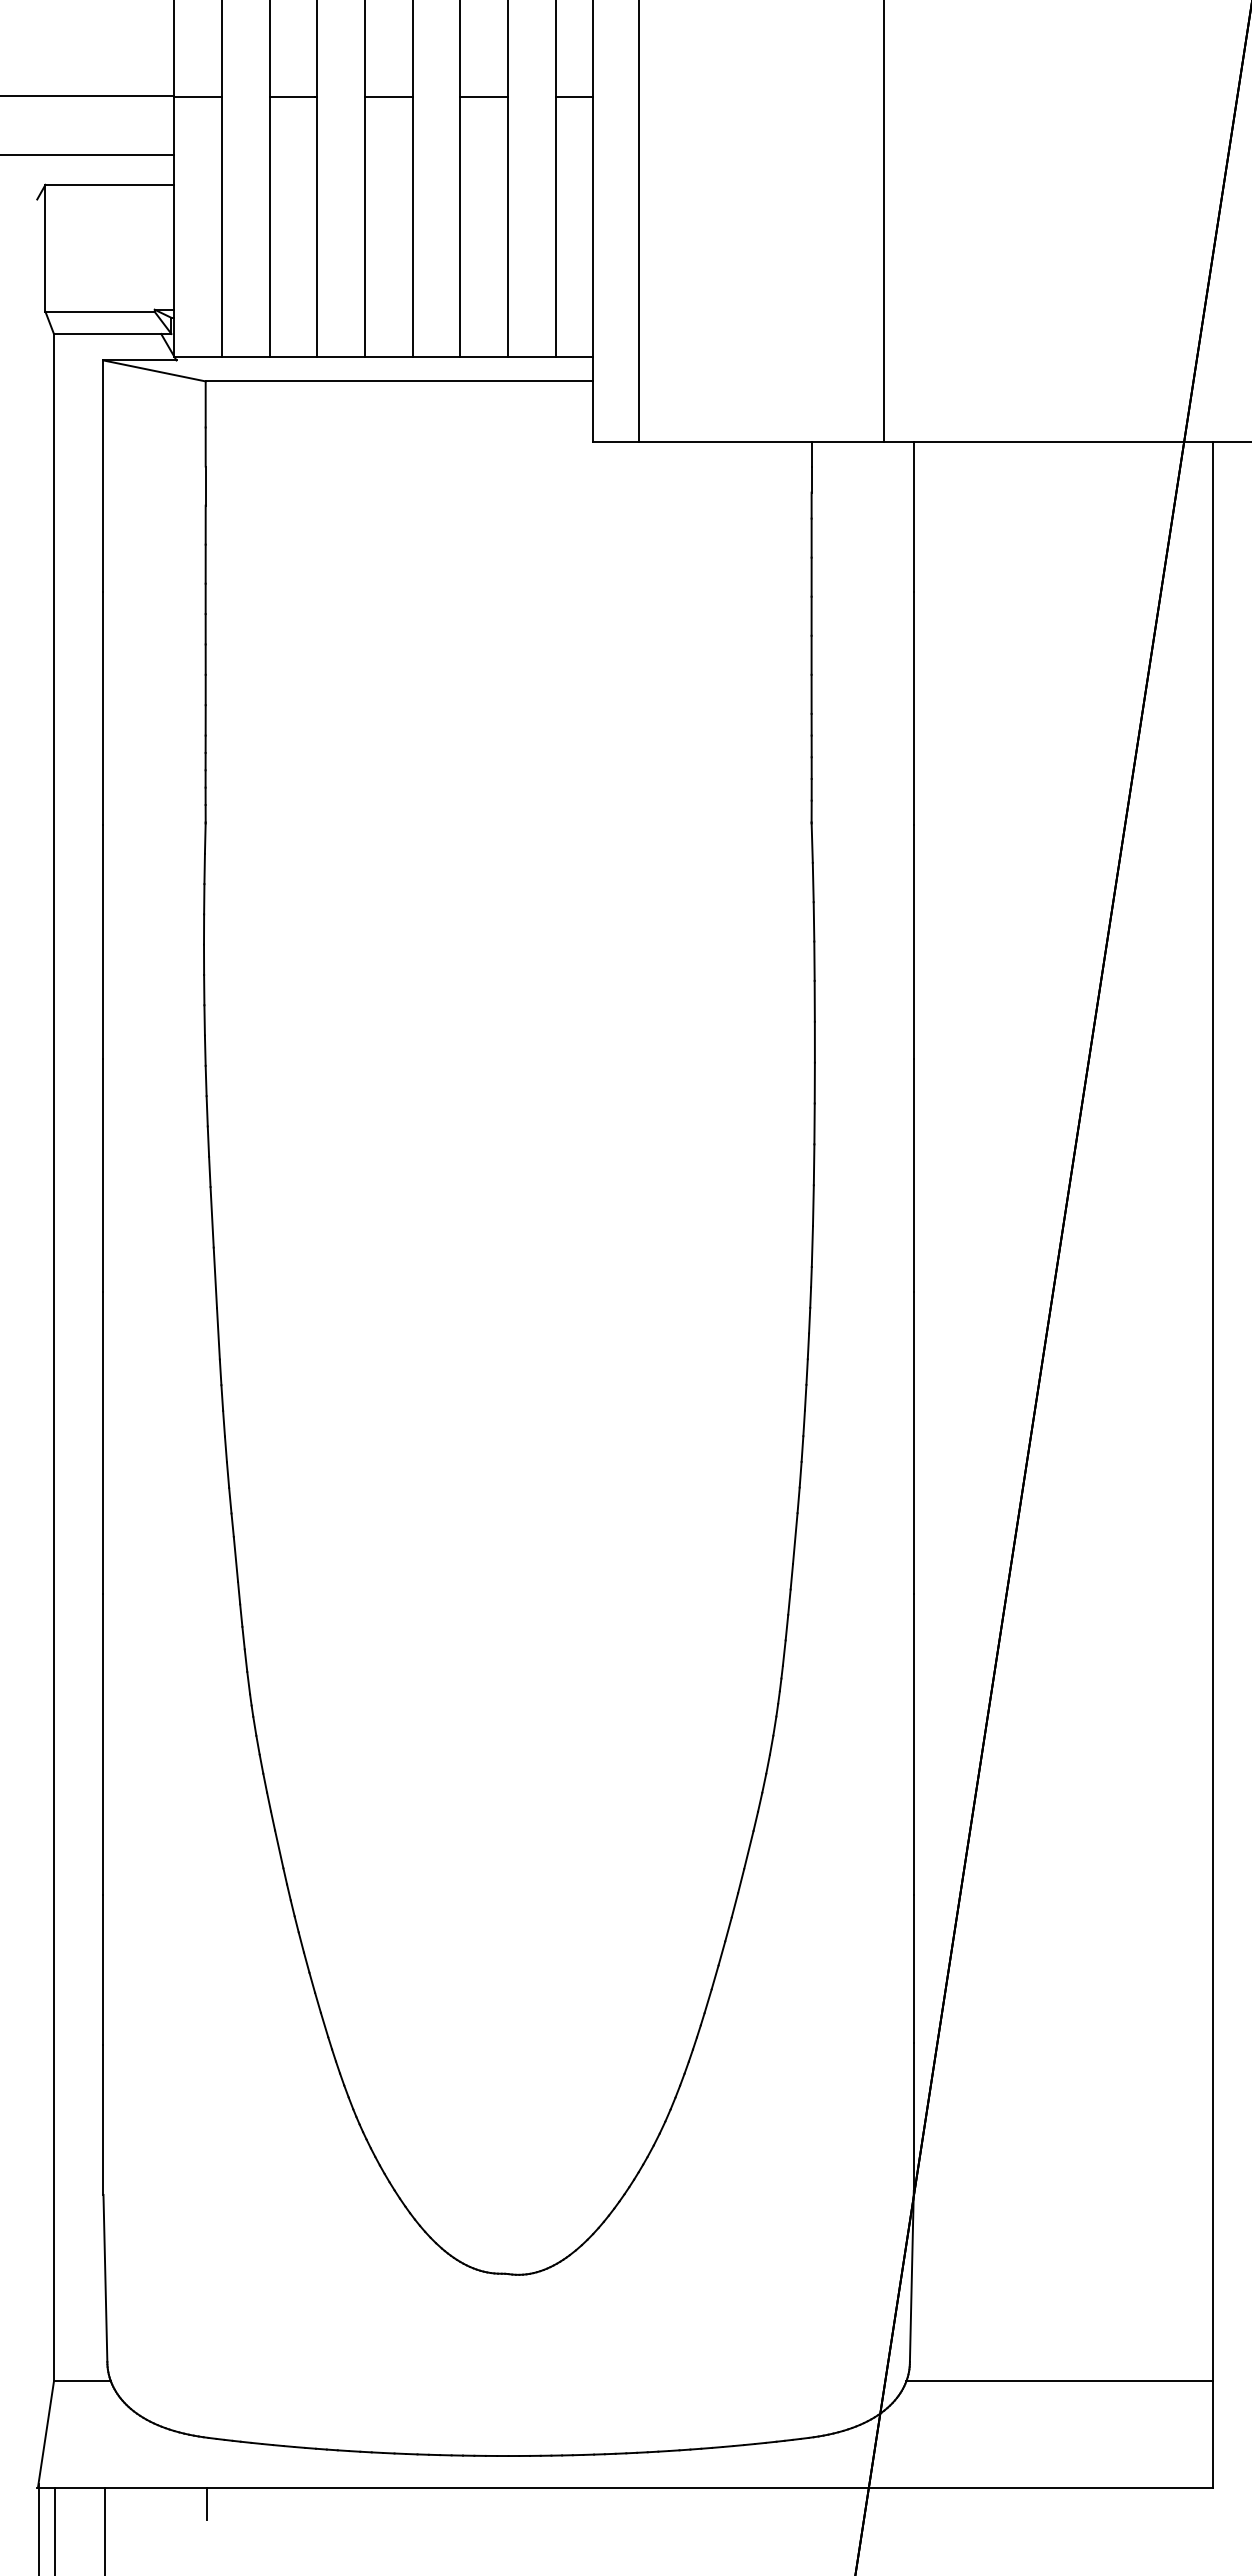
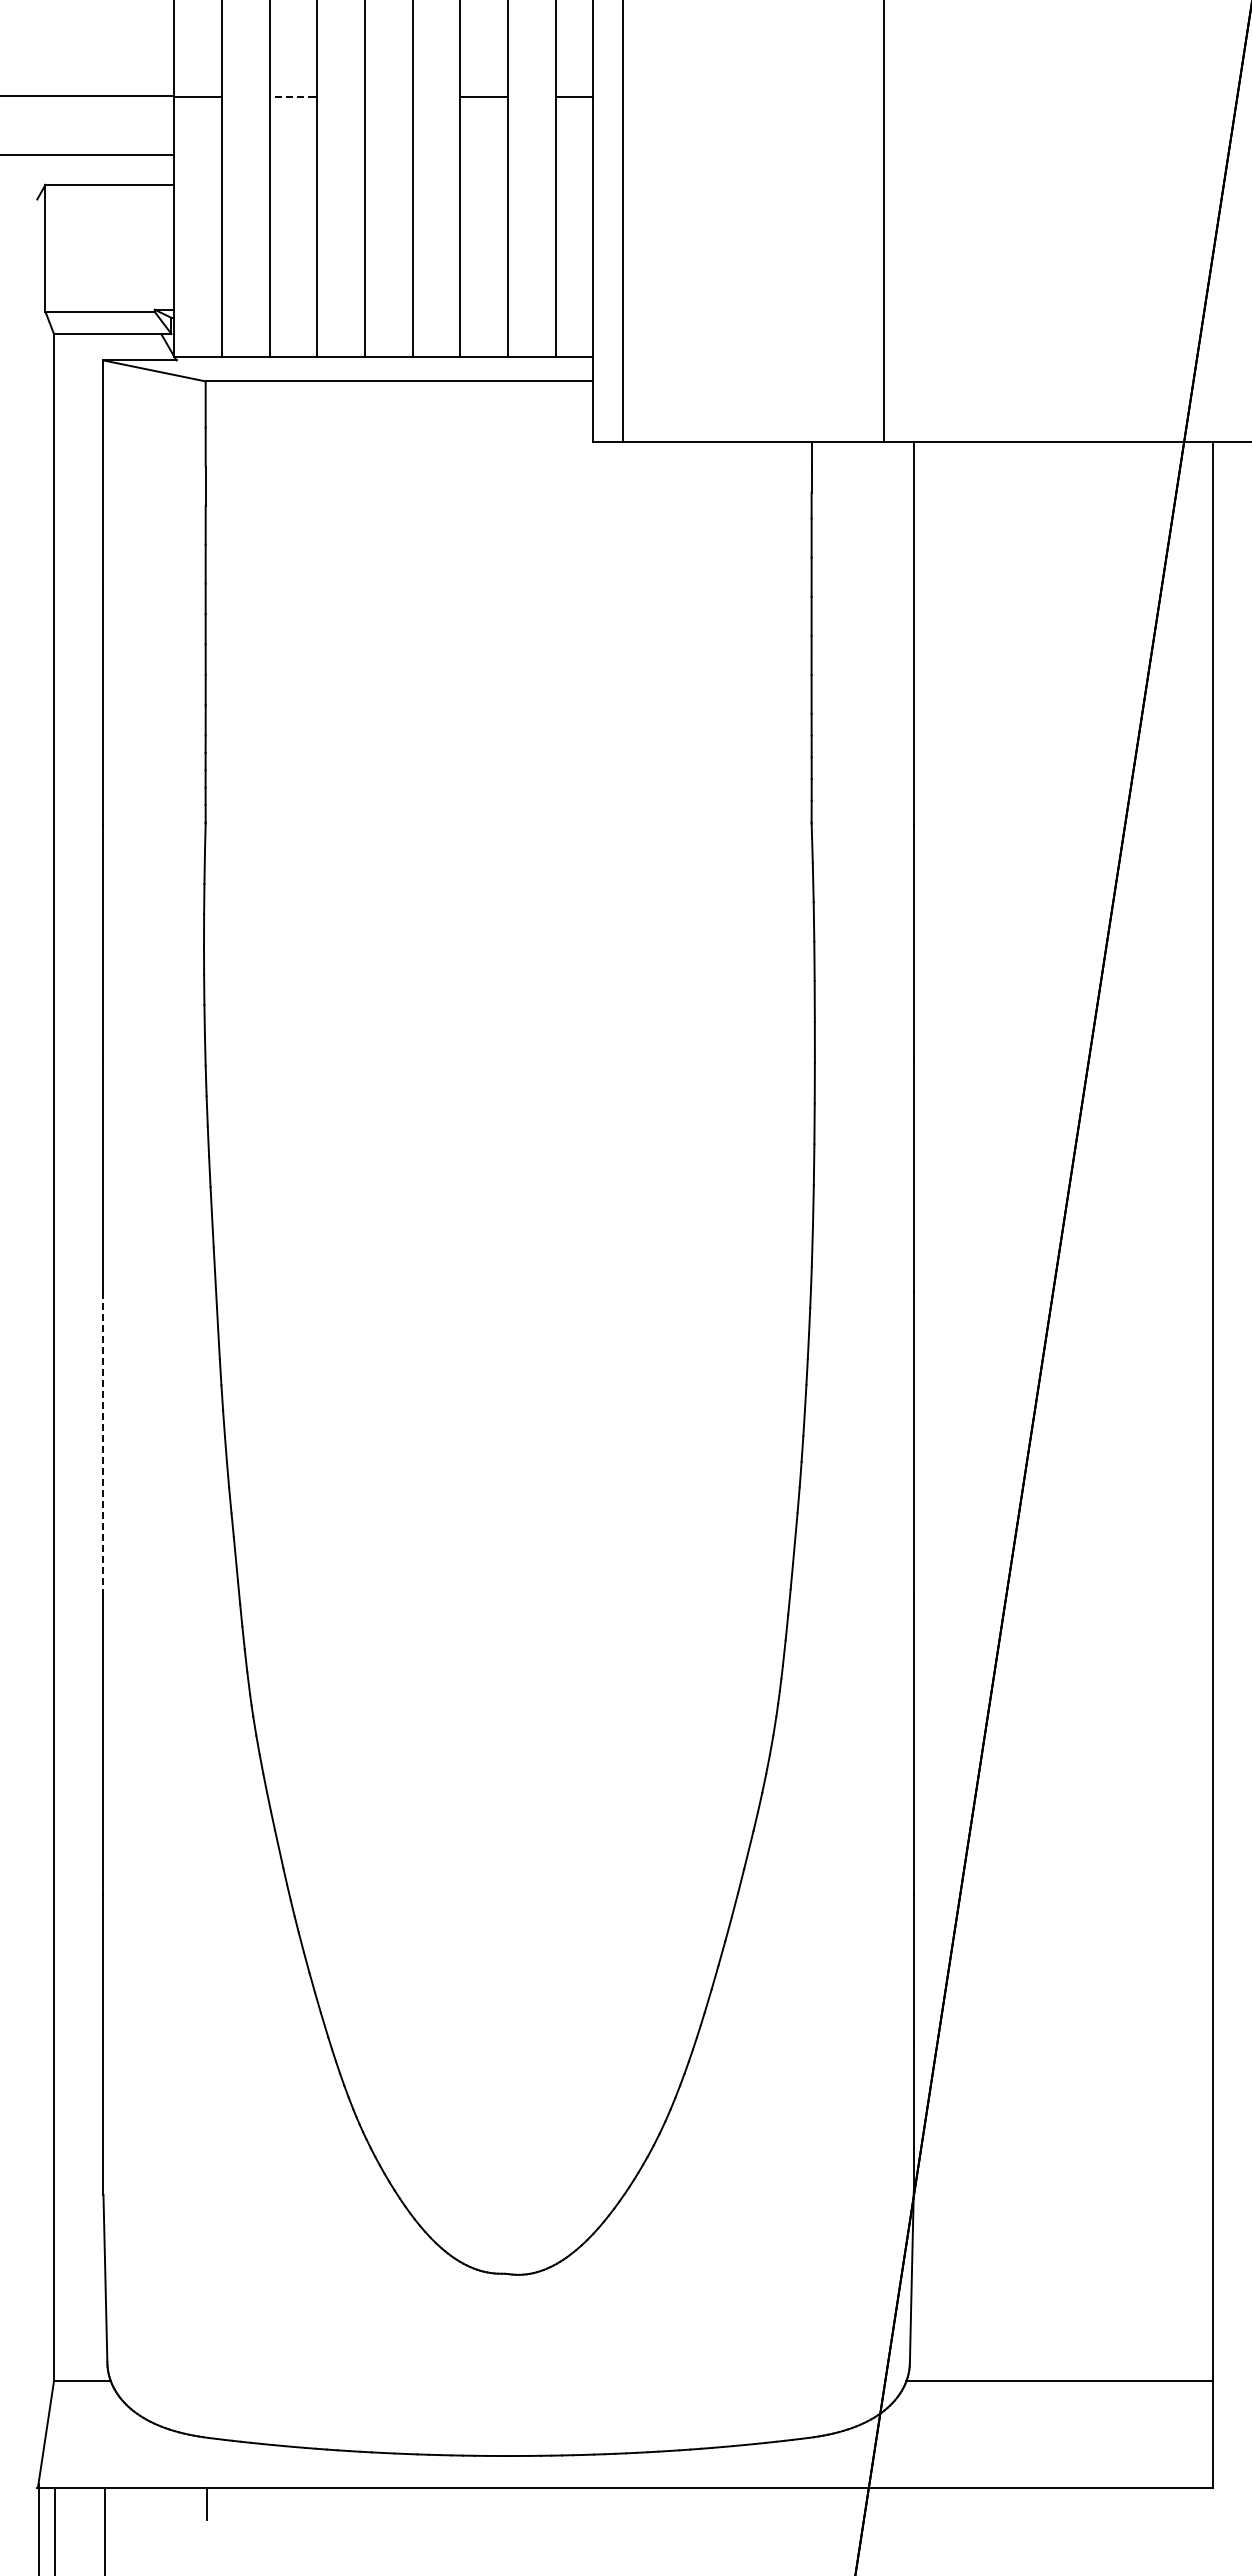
line at (292, 96): solid -> dashed
line at (388, 96): present -> none
line at (638, 222) position: (638, 222) -> (622, 222)
line at (103, 1442): solid -> dashed
